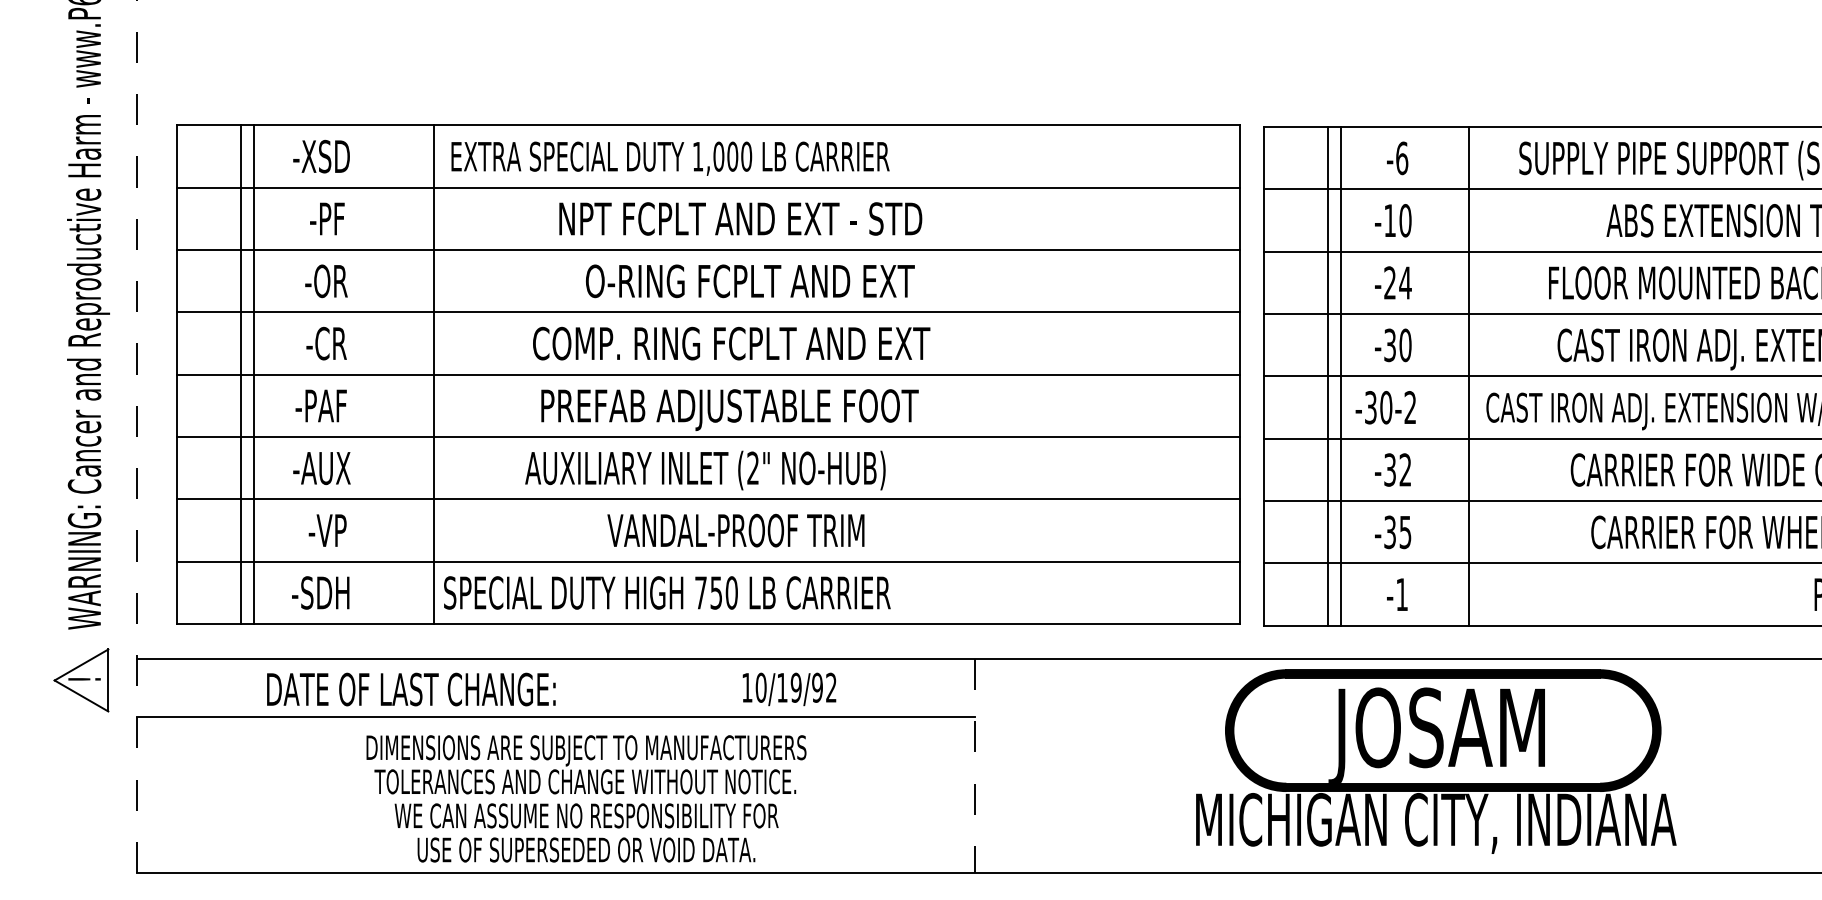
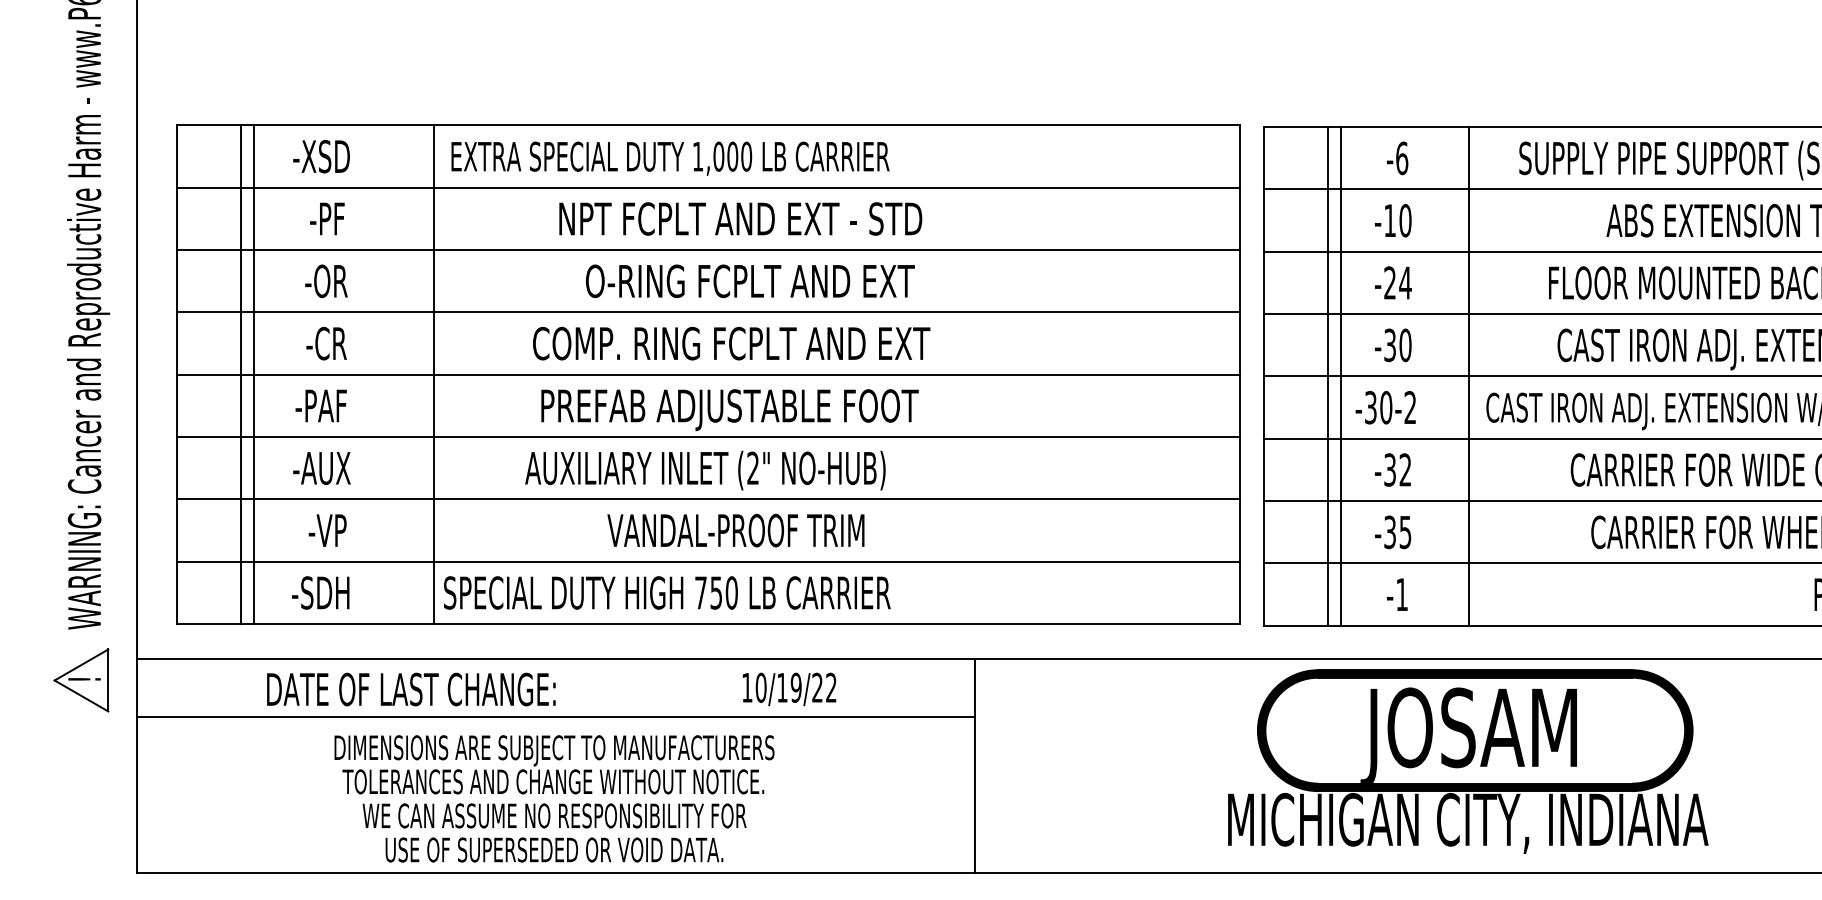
line at (137, 436): dashed -> solid
text at (817, 687): 10/19/92 -> 10/19/22
part at (1436, 761) position: (1436, 761) -> (1468, 761)
line at (974, 766): dashed -> solid
text at (586, 798) position: (586, 798) -> (554, 798)
